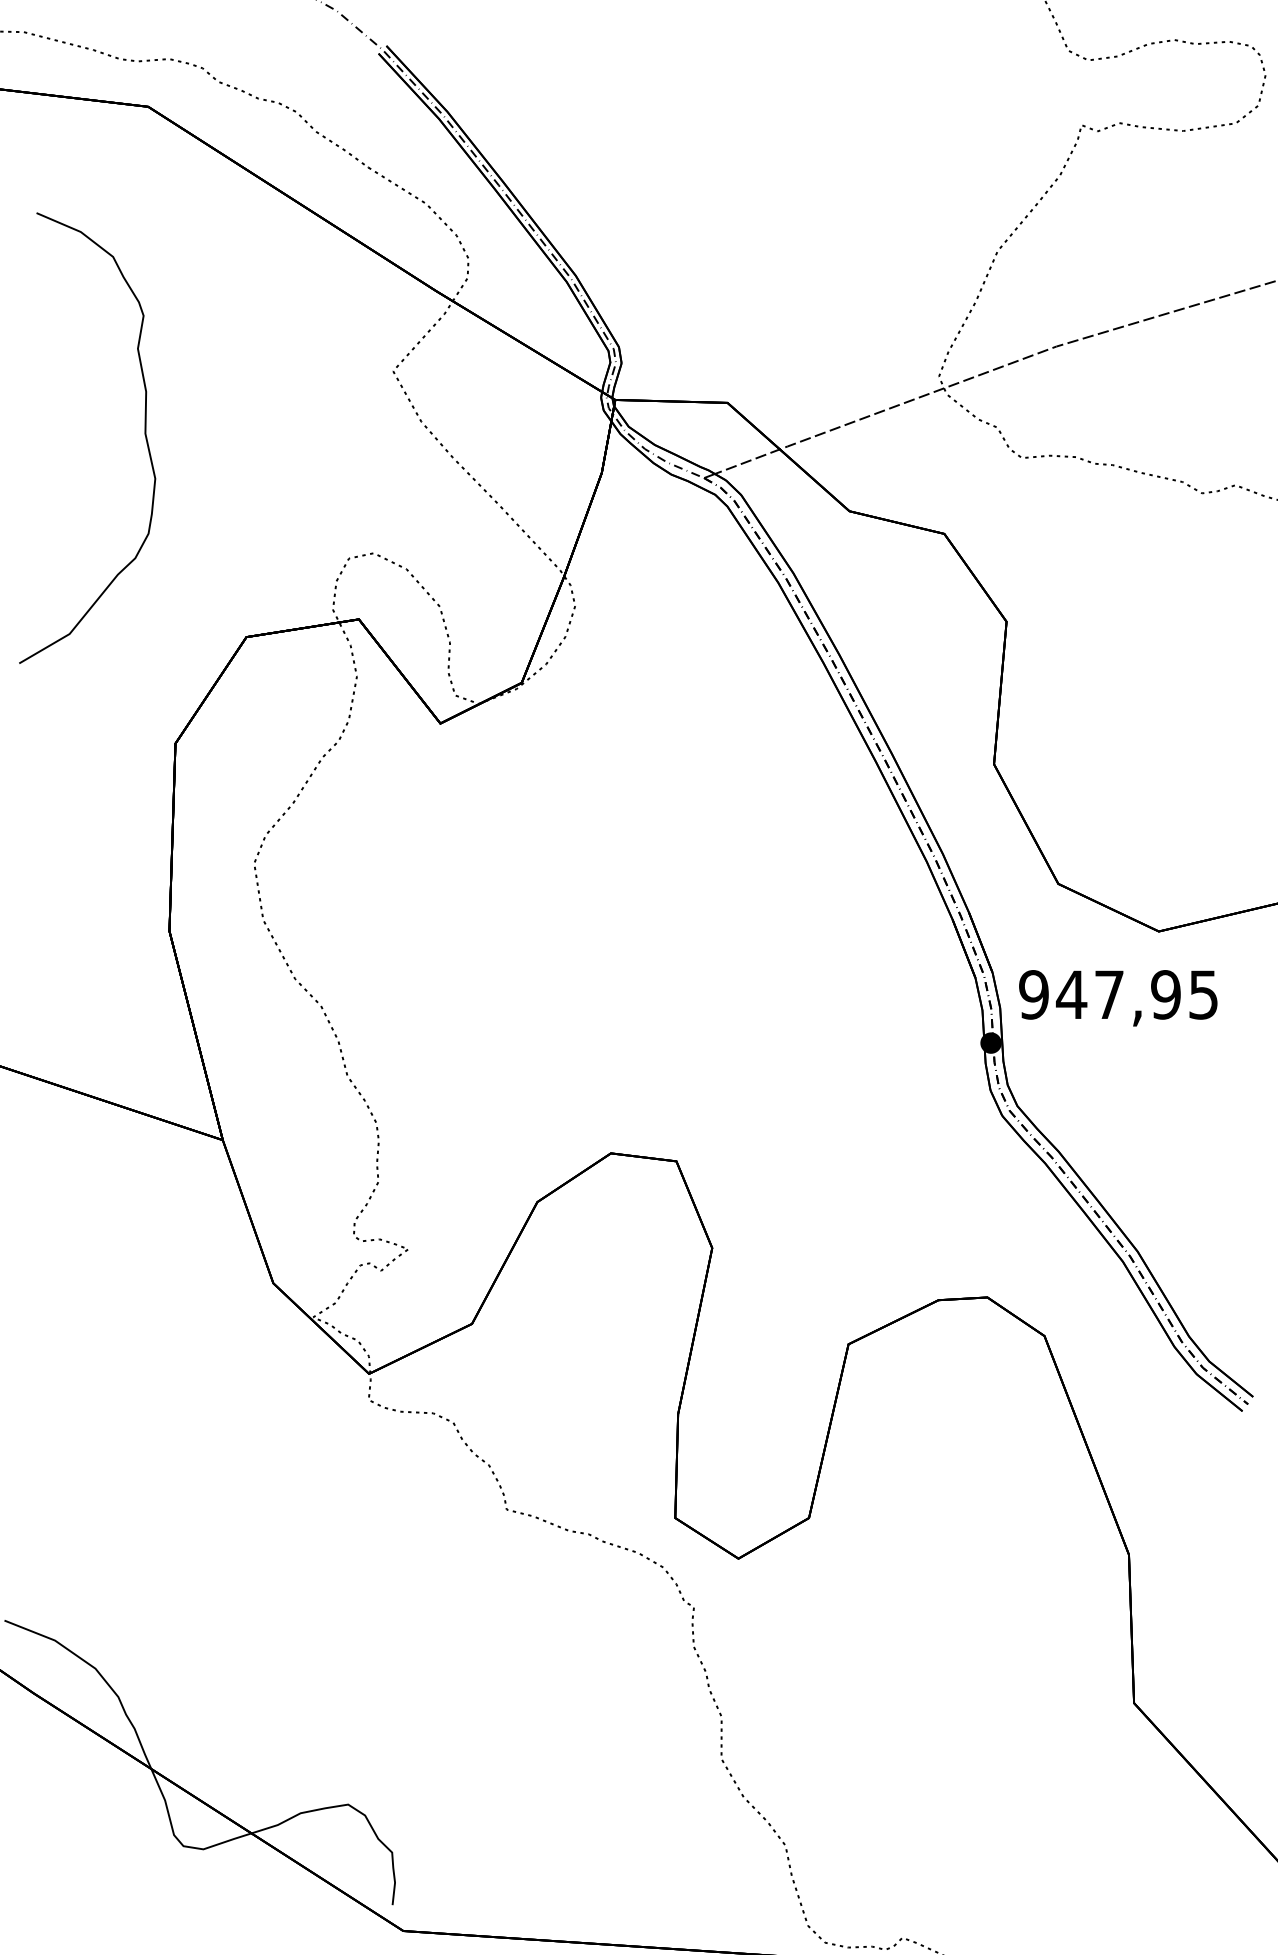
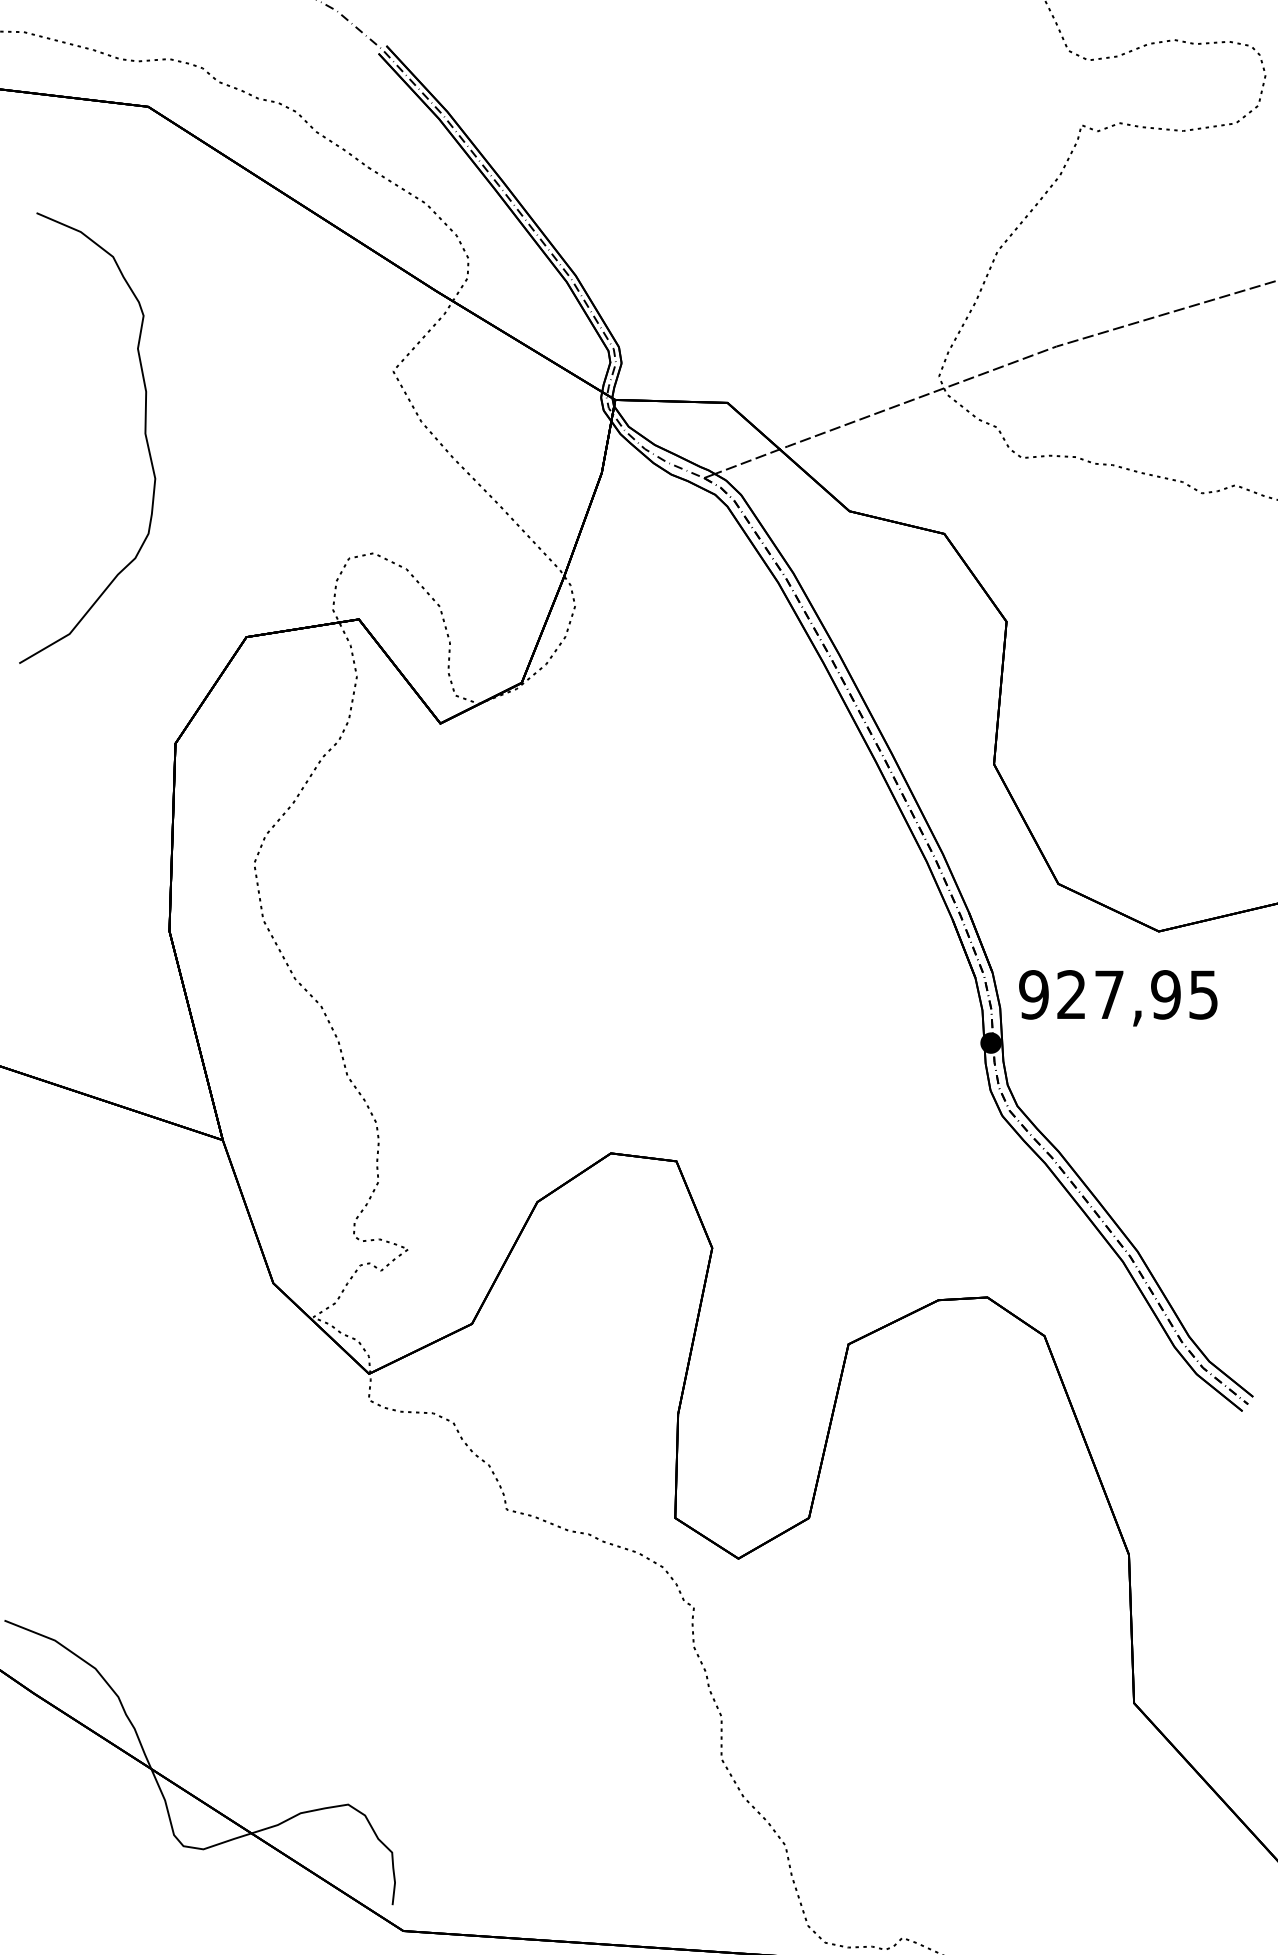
text at (1071, 994): 947,95 -> 927,95
